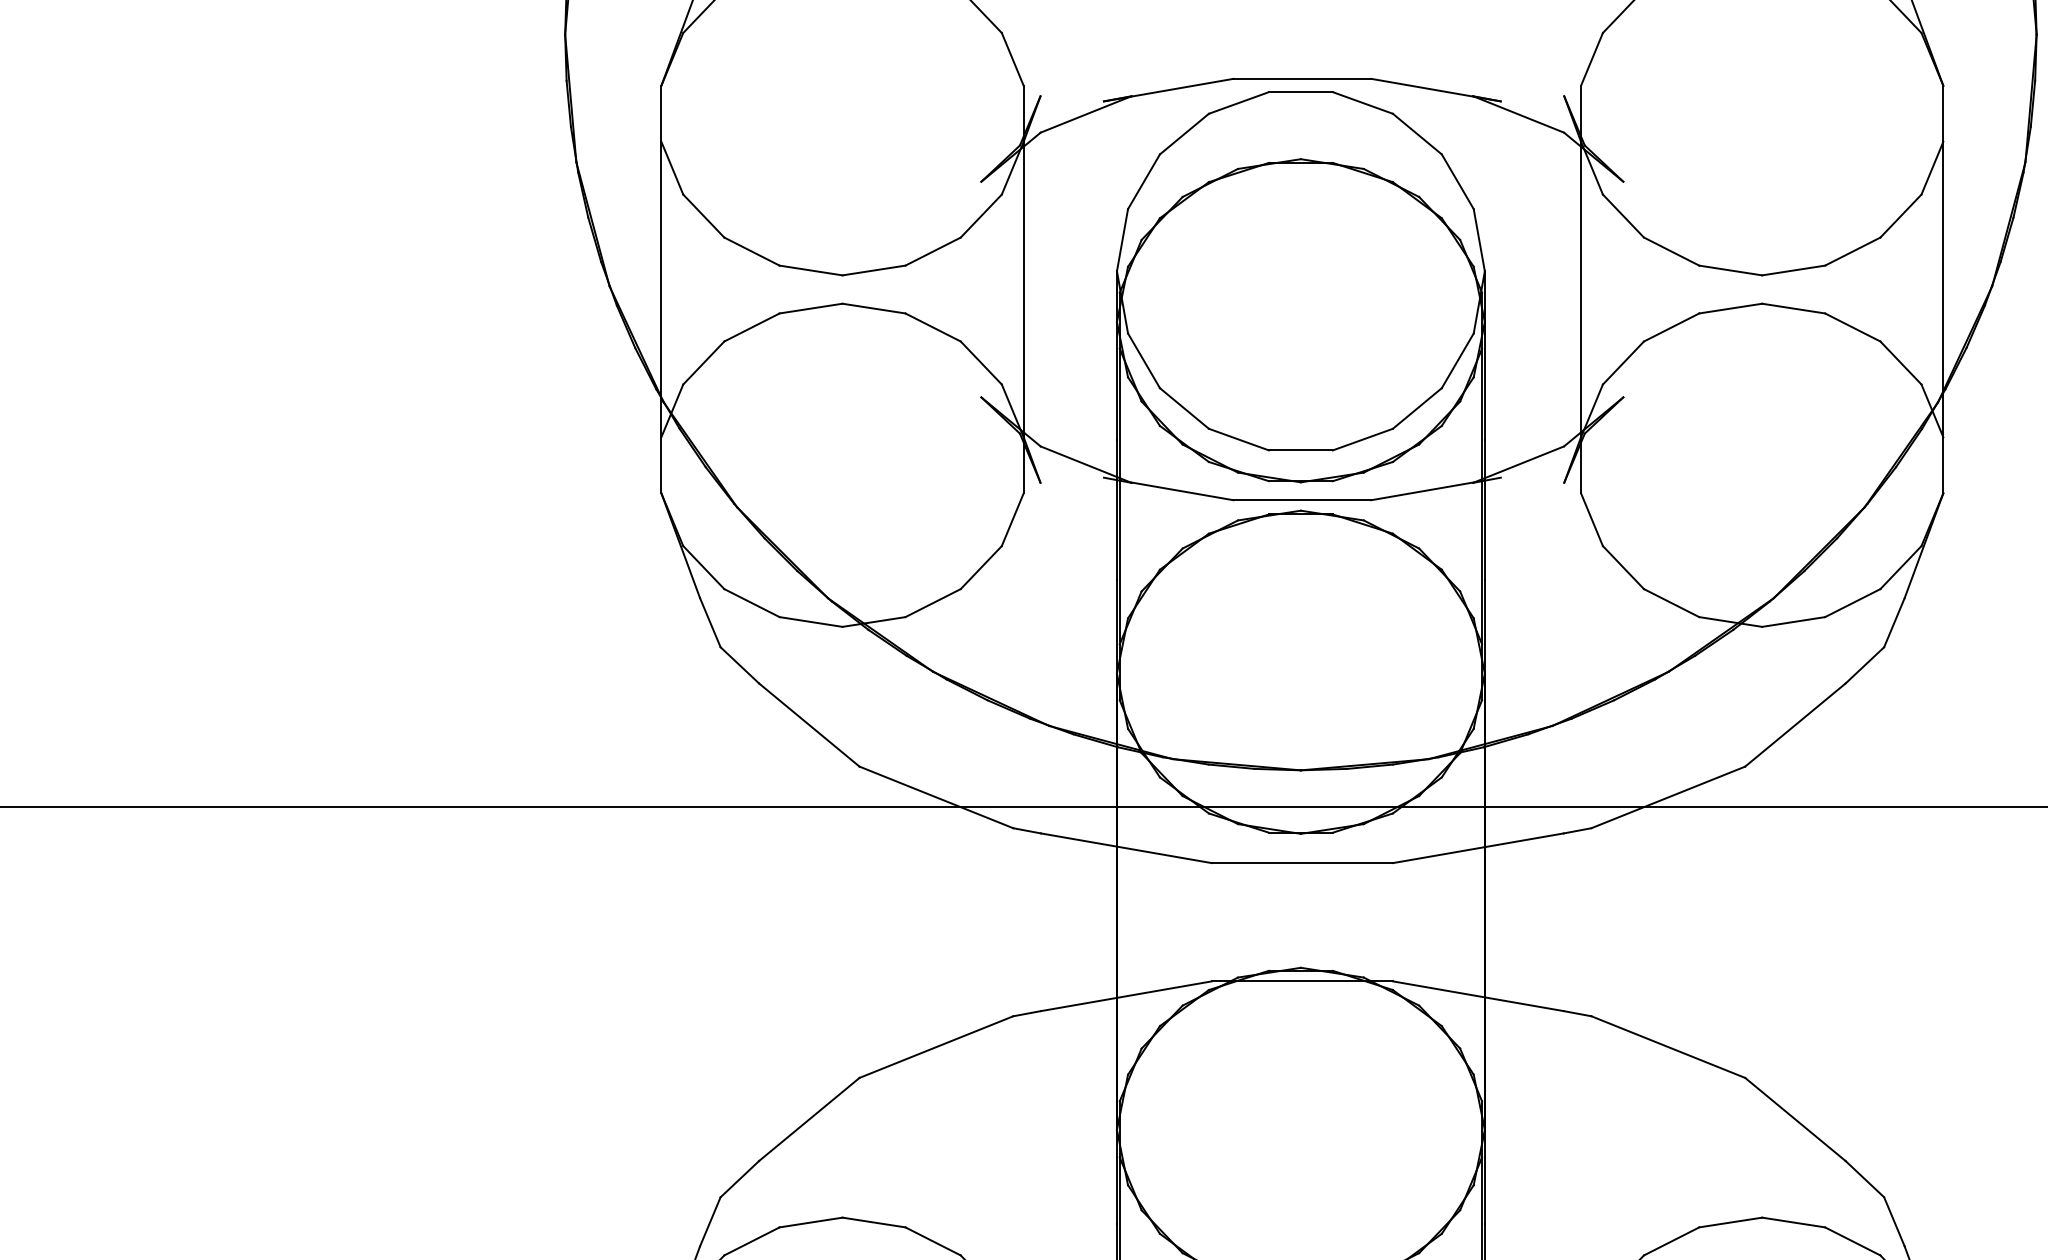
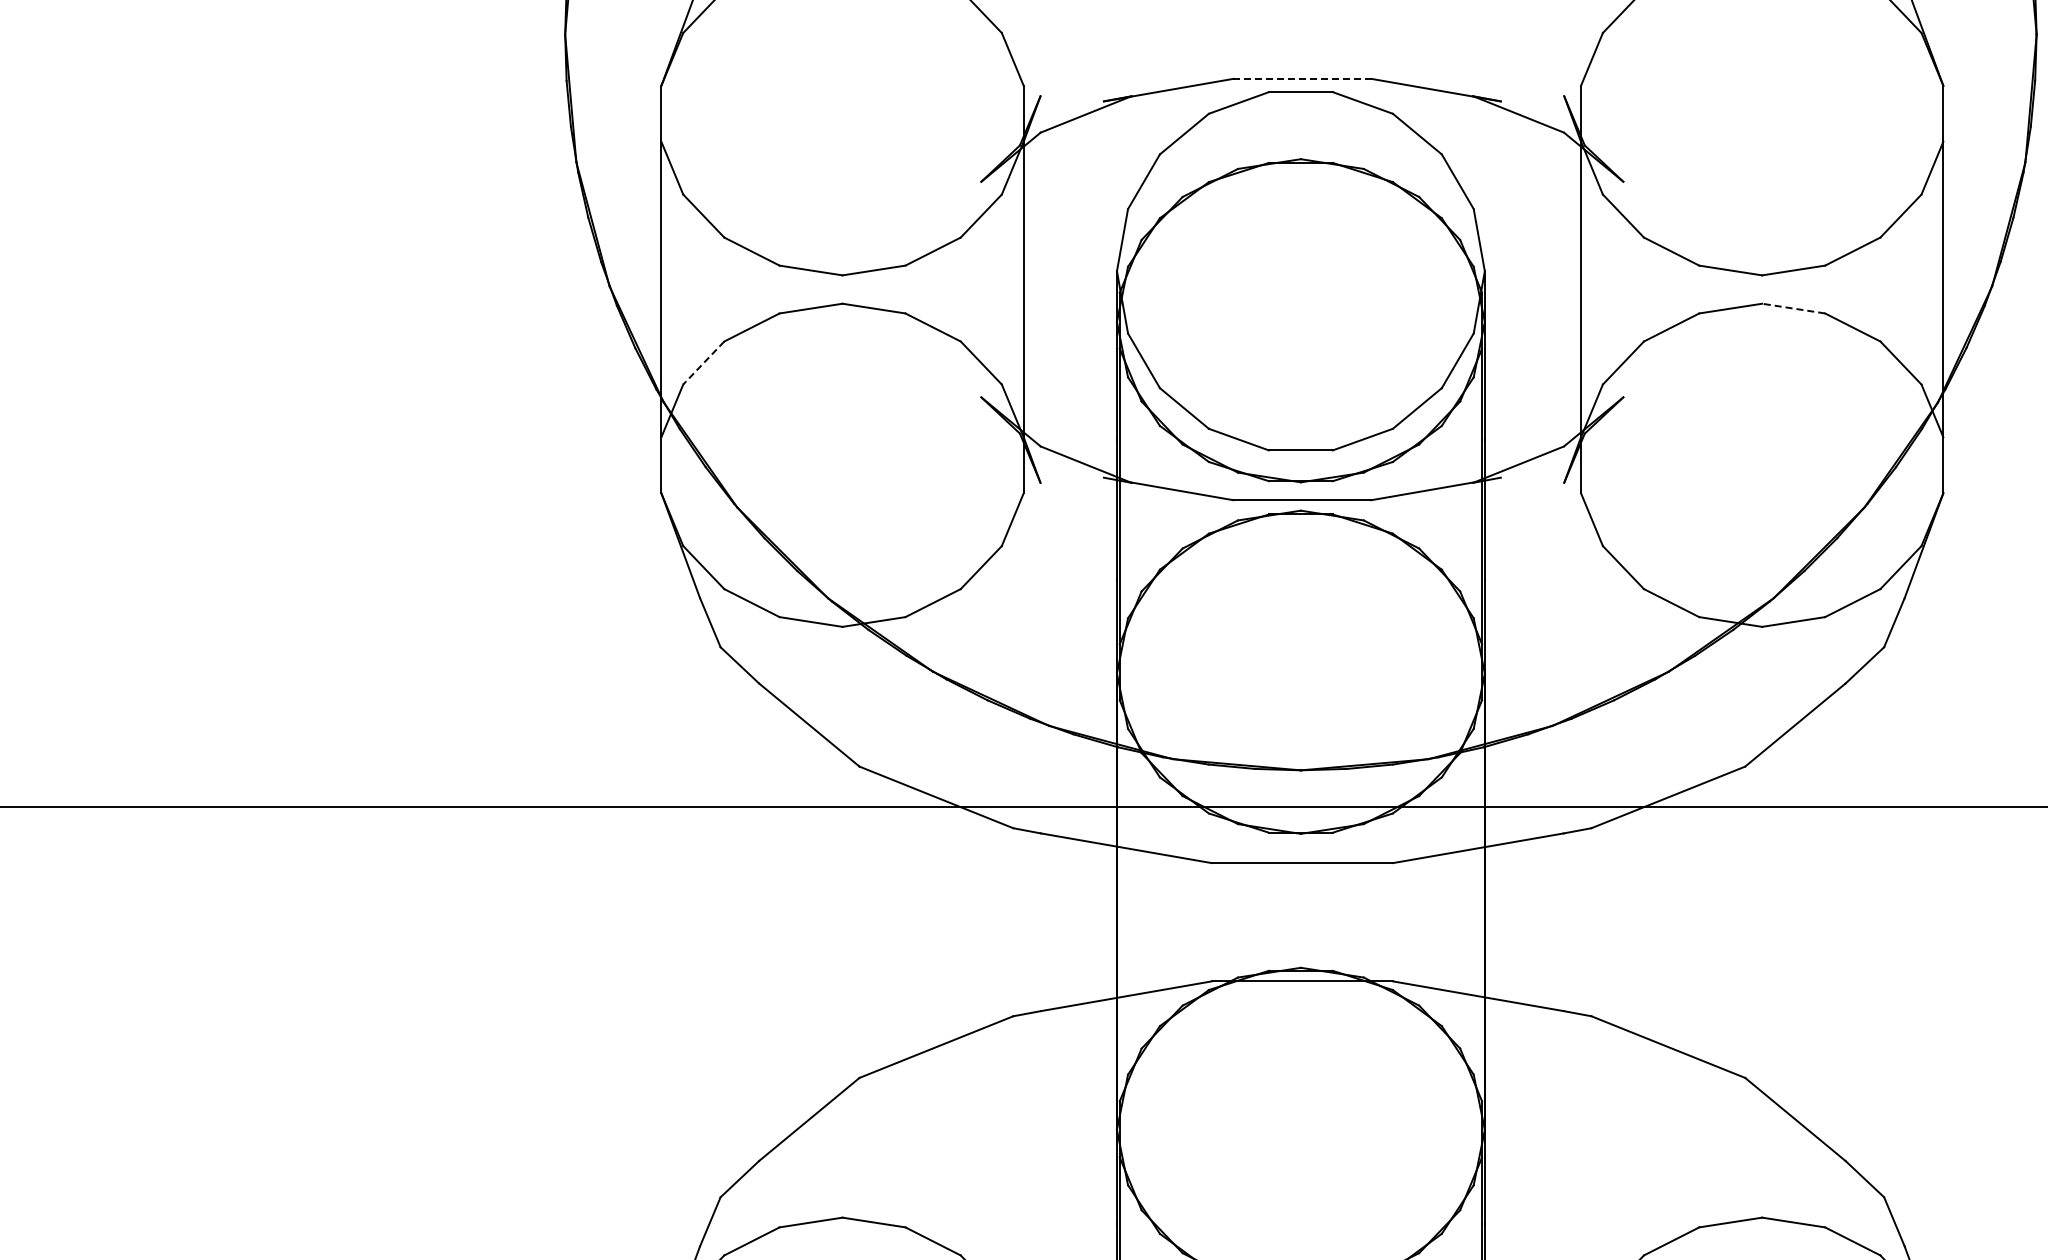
line at (1302, 78): solid -> dashed
line at (1793, 308): solid -> dashed
line at (703, 363): solid -> dashed
